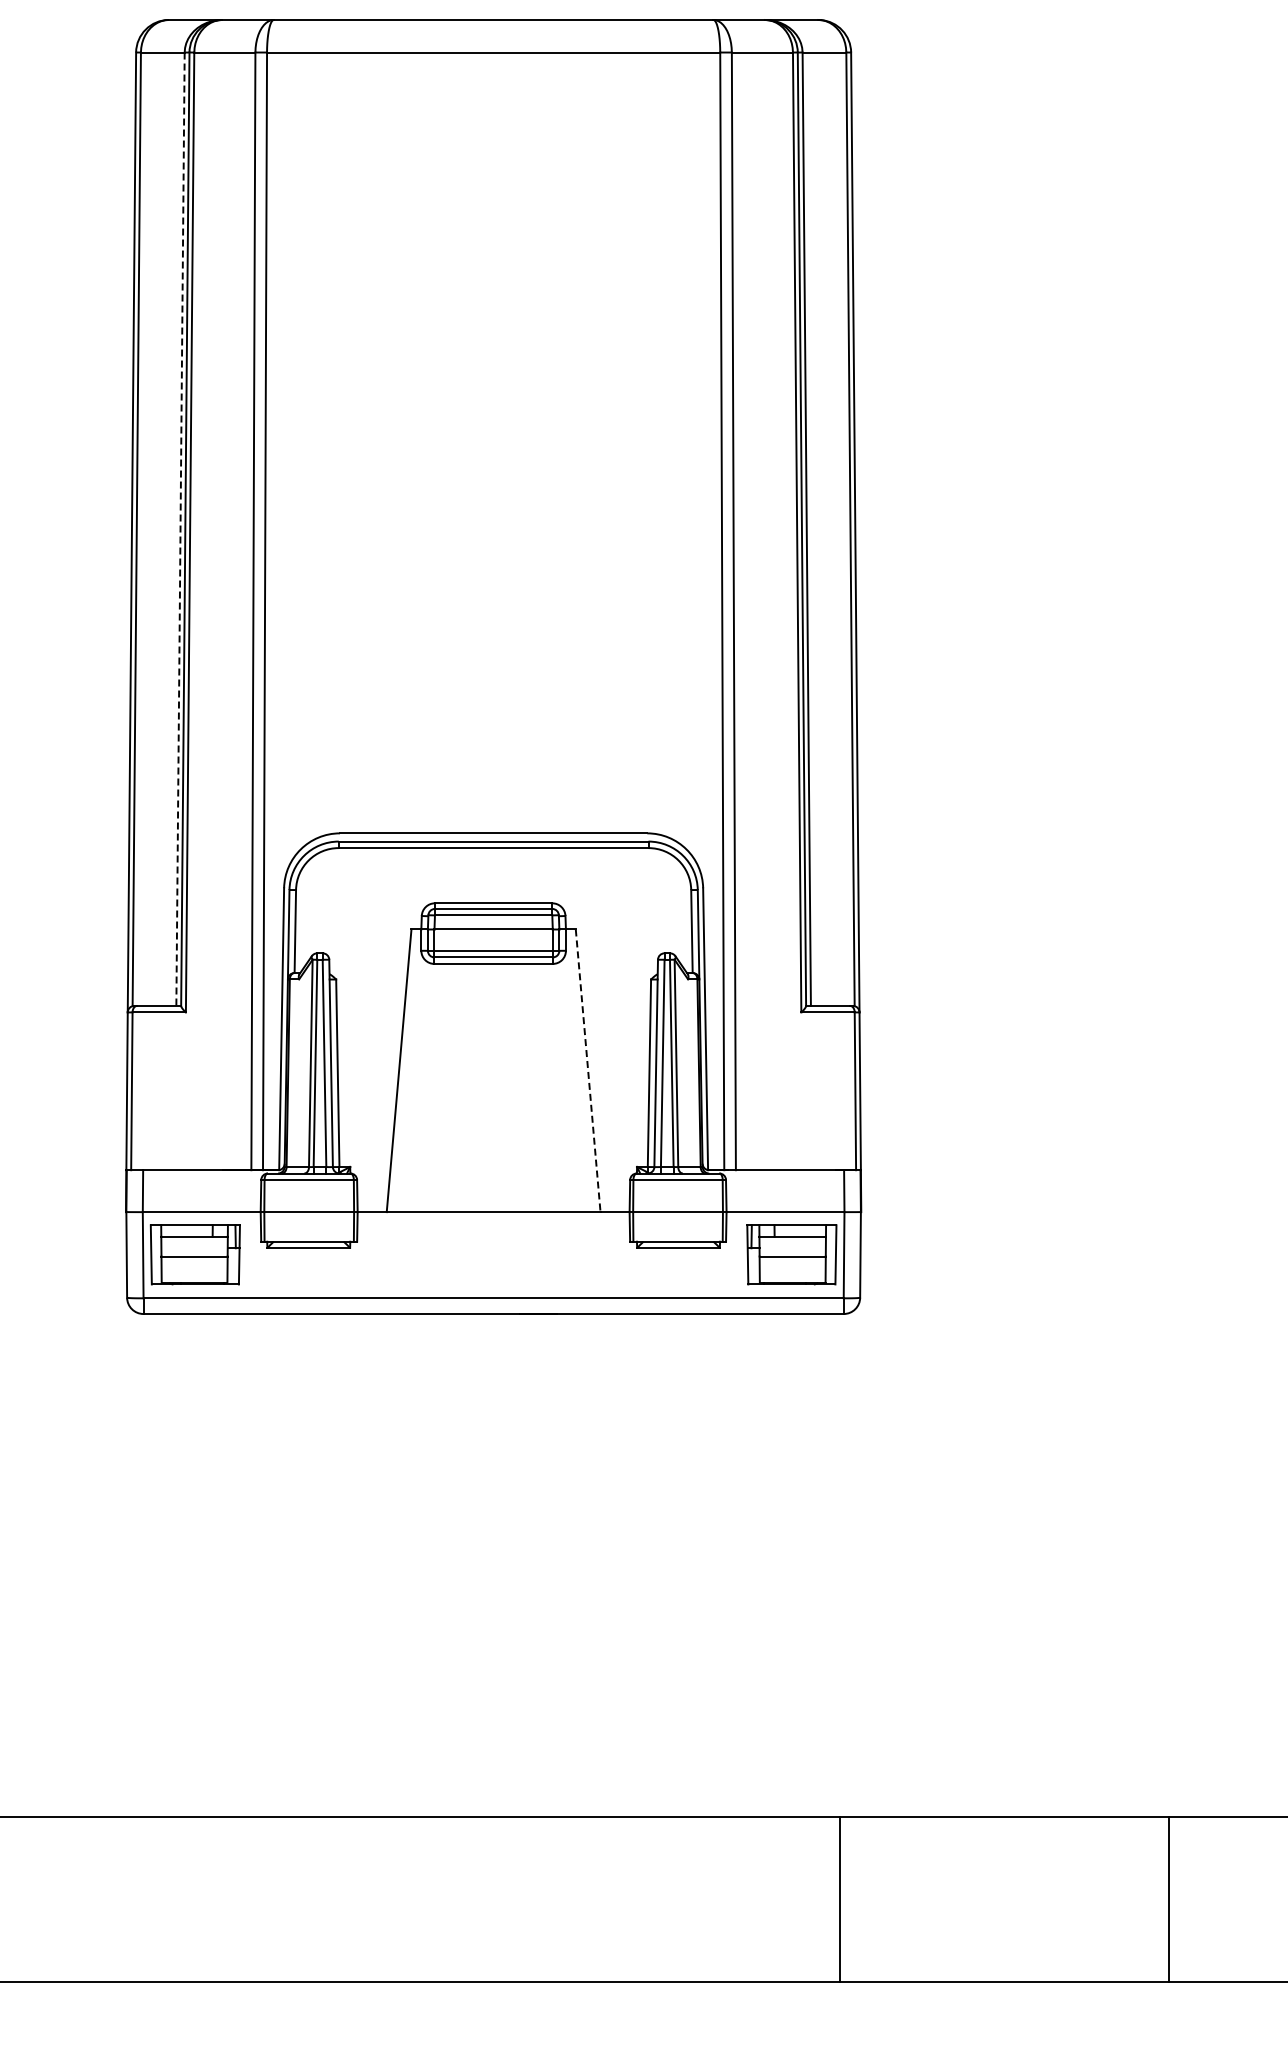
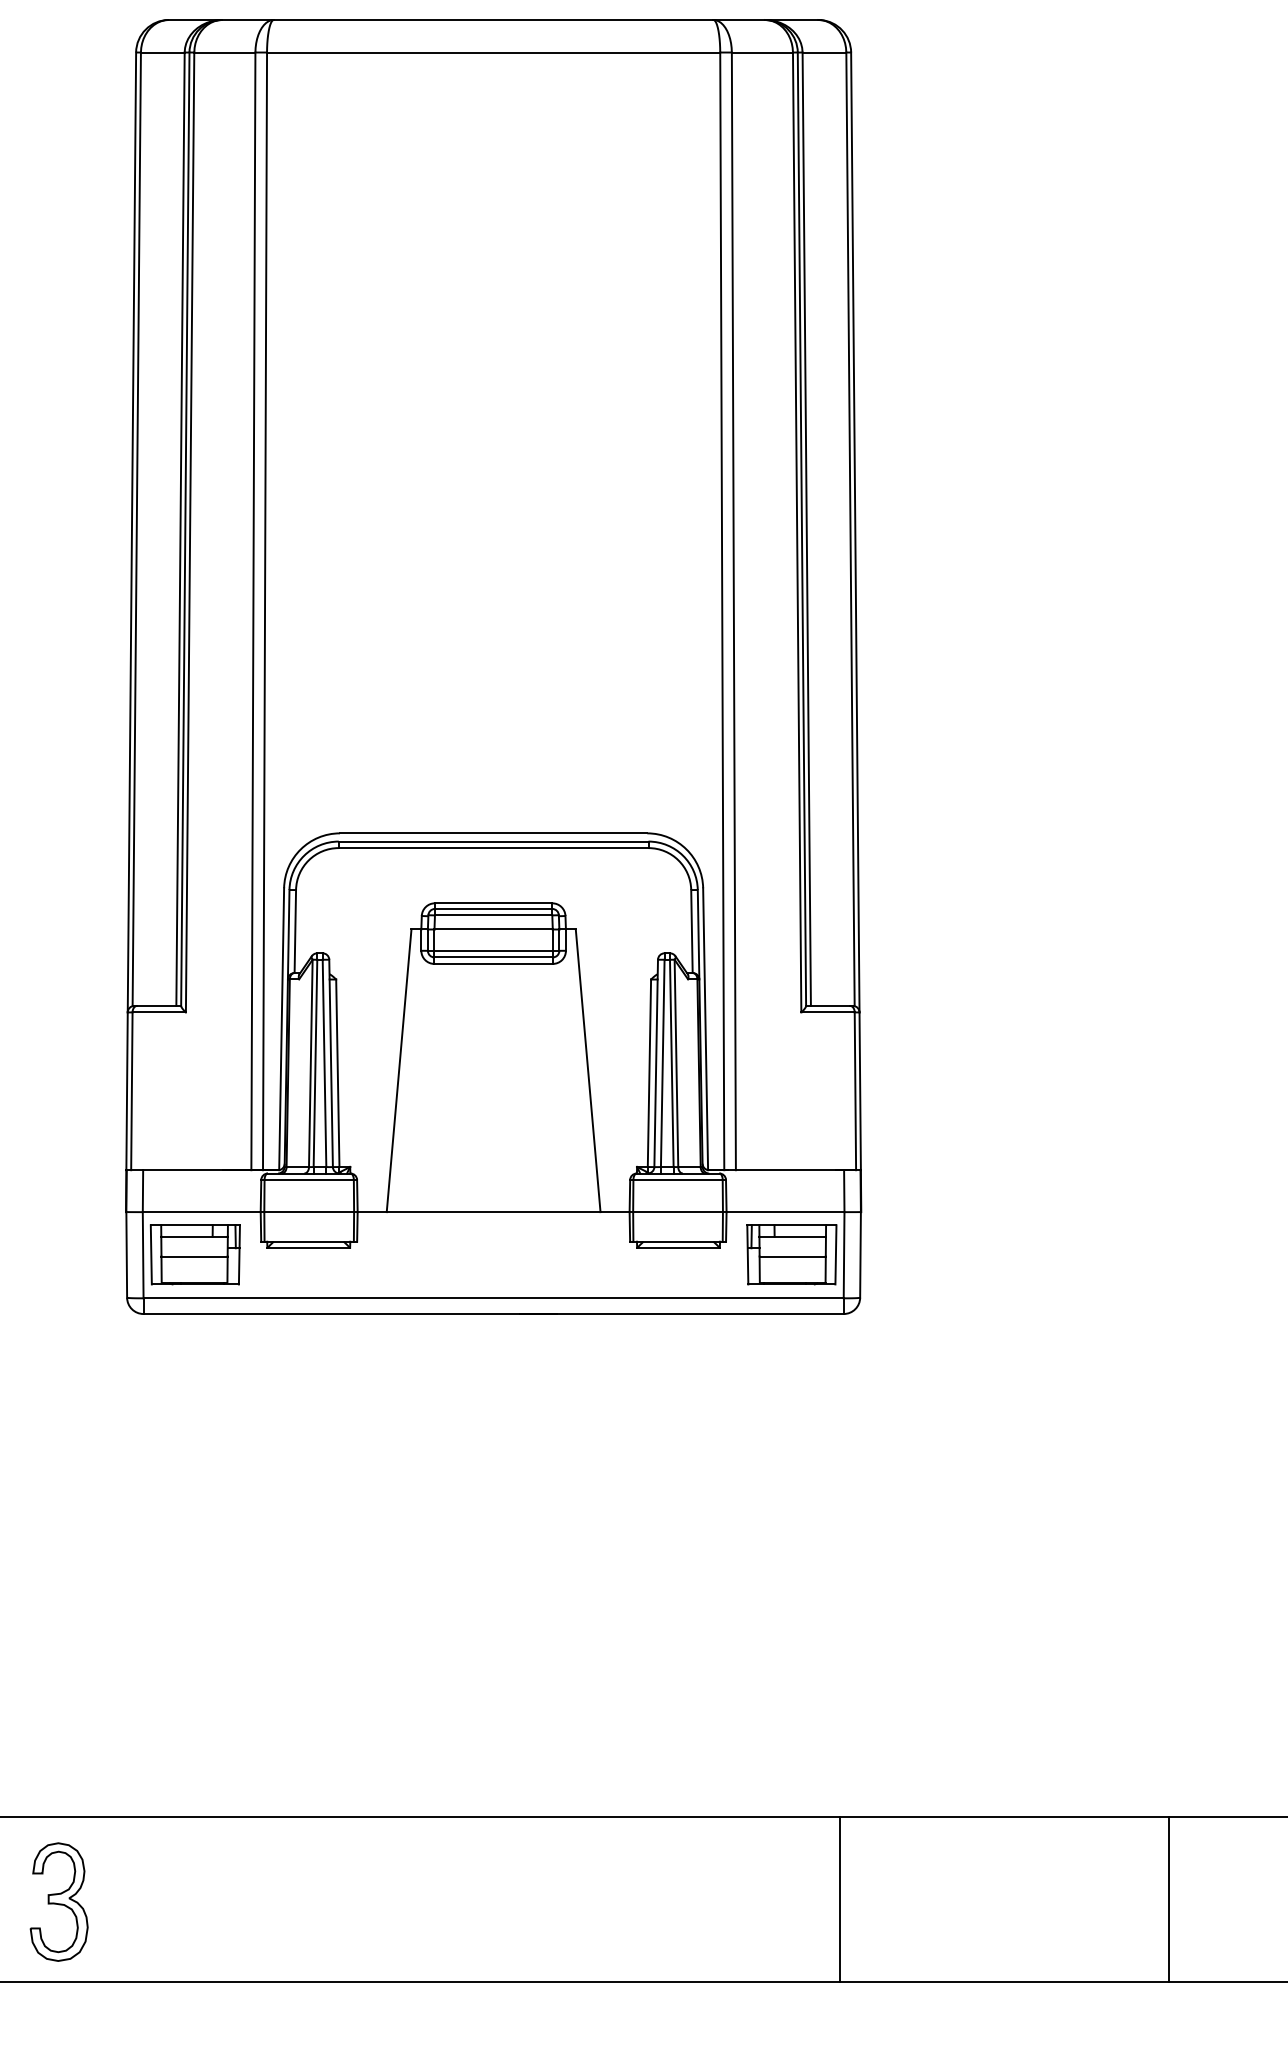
line at (180, 529): dashed -> solid
line at (588, 1070): dashed -> solid
part at (58, 1901): none -> present
